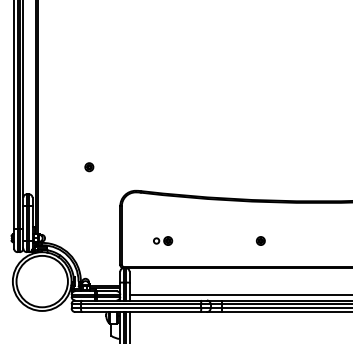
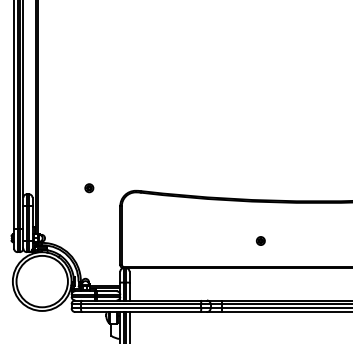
part at (89, 167) position: (89, 167) -> (89, 188)
part at (163, 240): present -> none
line at (239, 295): present -> none
